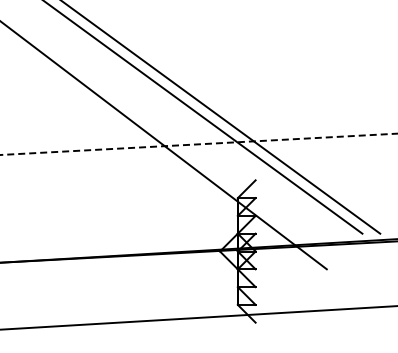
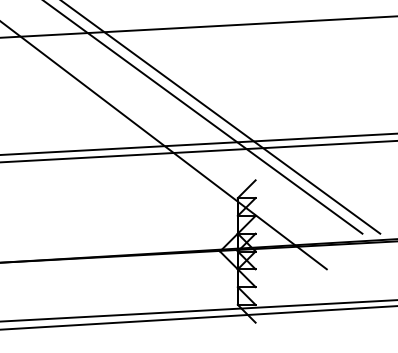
line at (198, 26): none -> present
line at (199, 144): dashed -> solid
line at (198, 151): none -> present
line at (198, 310): none -> present
